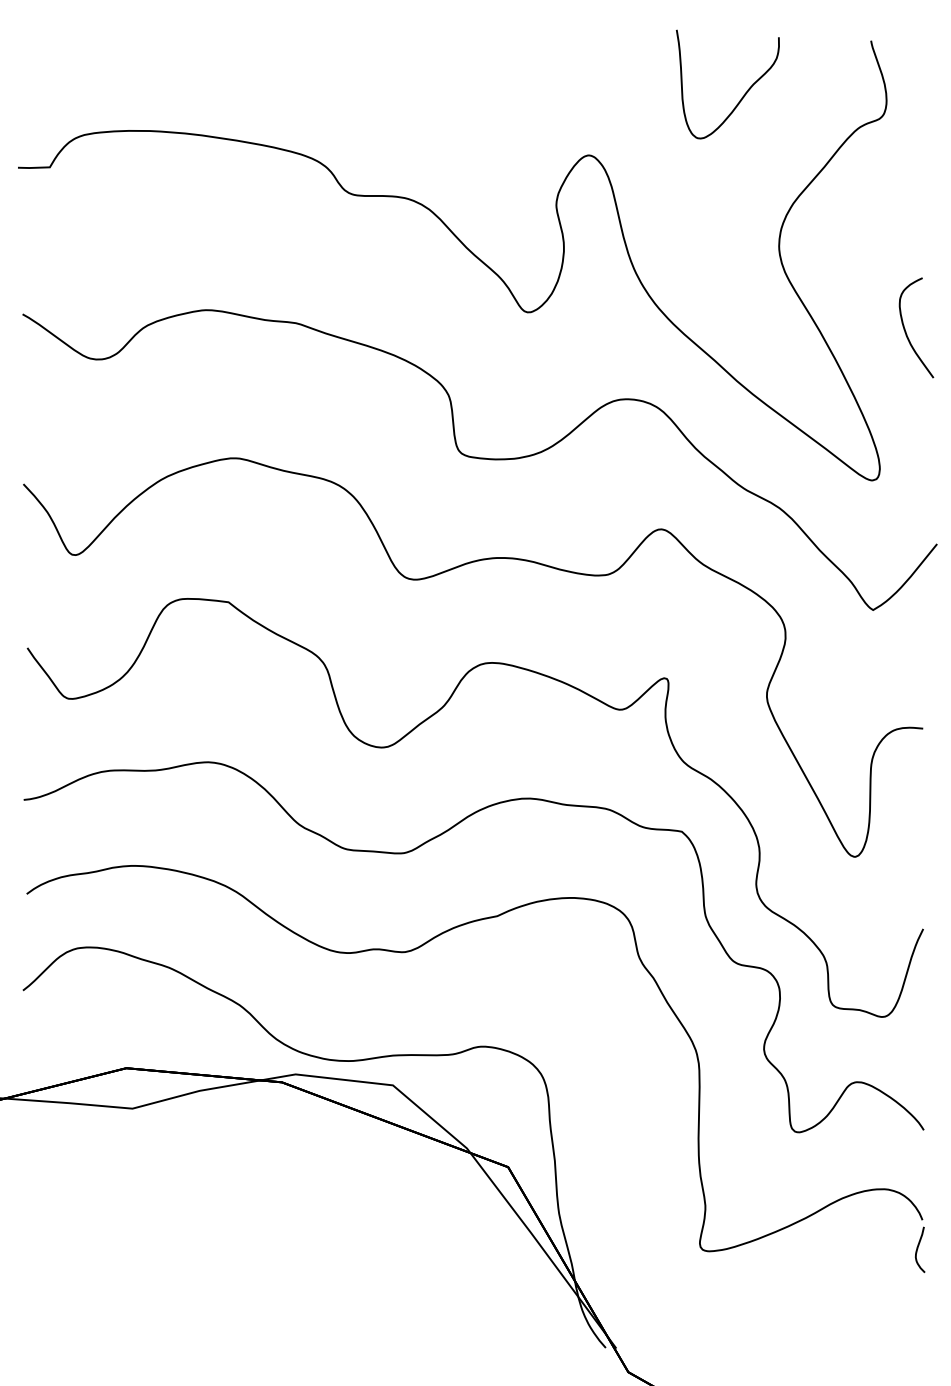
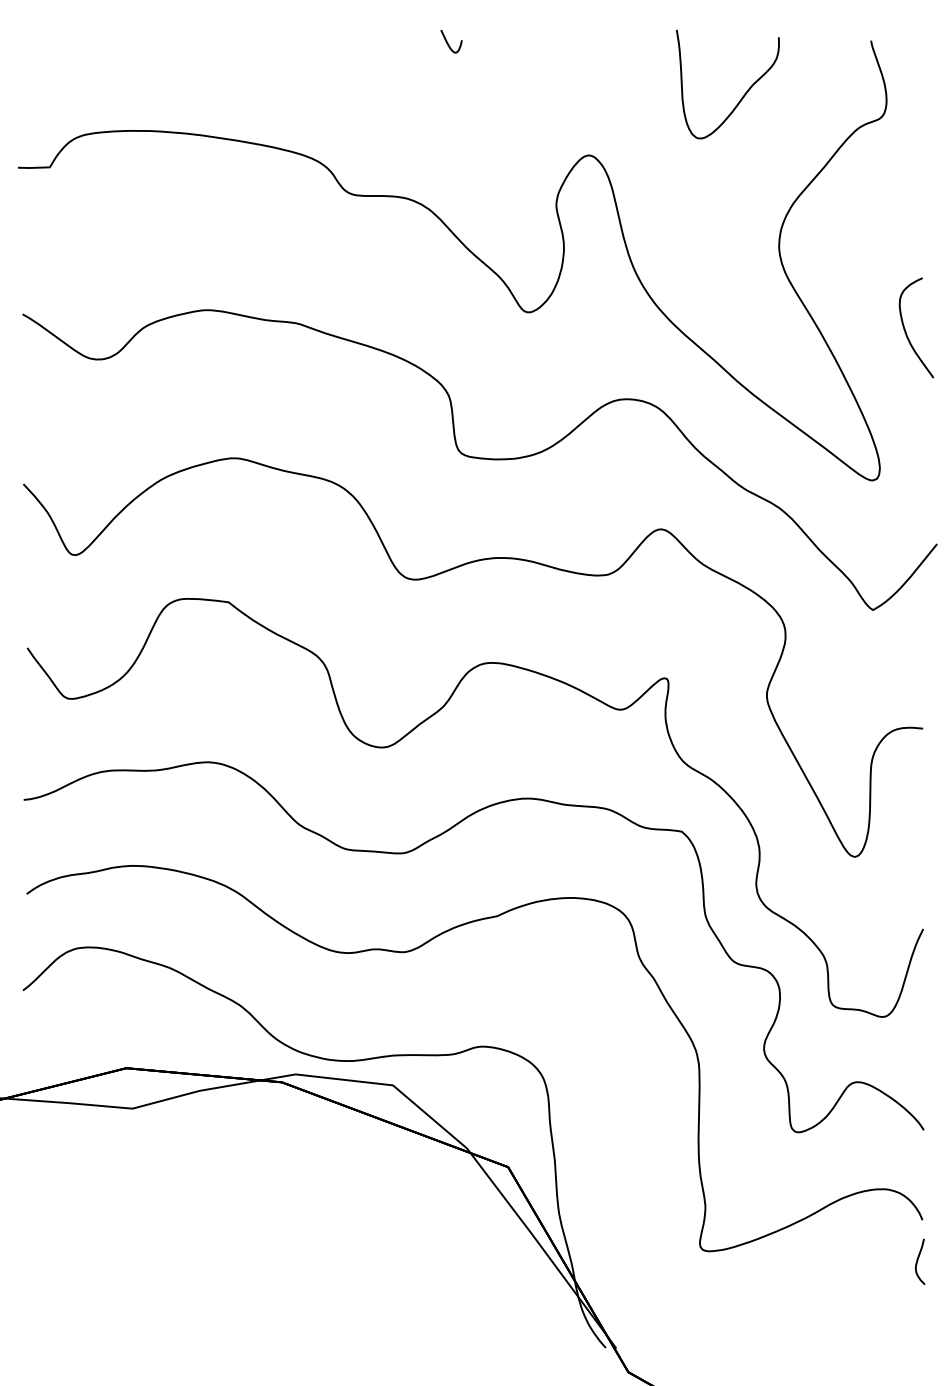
curve at (448, 43): none -> present
curve at (918, 1248) position: (918, 1248) -> (918, 1260)
